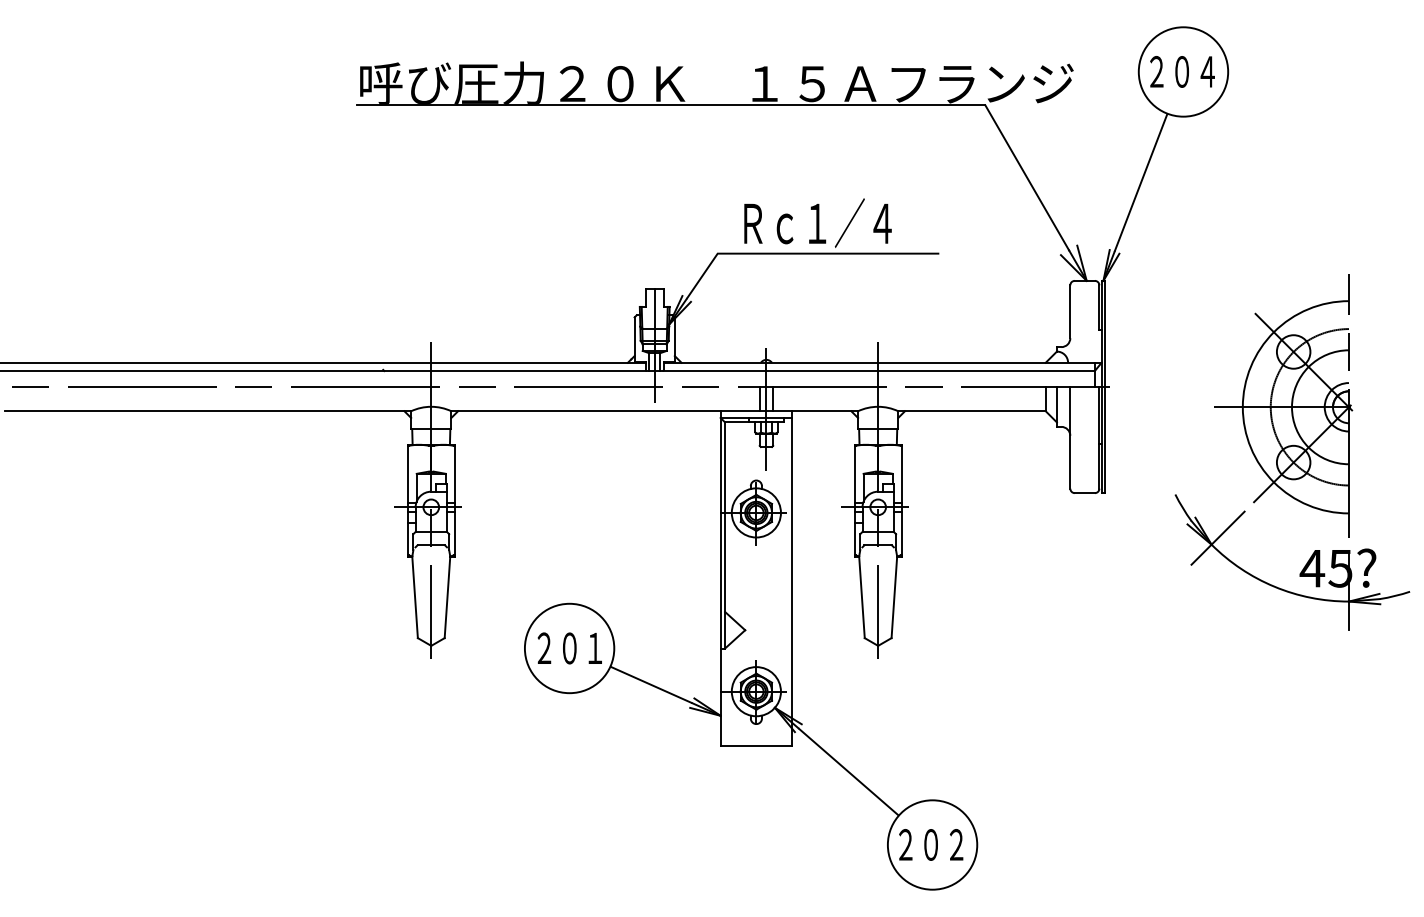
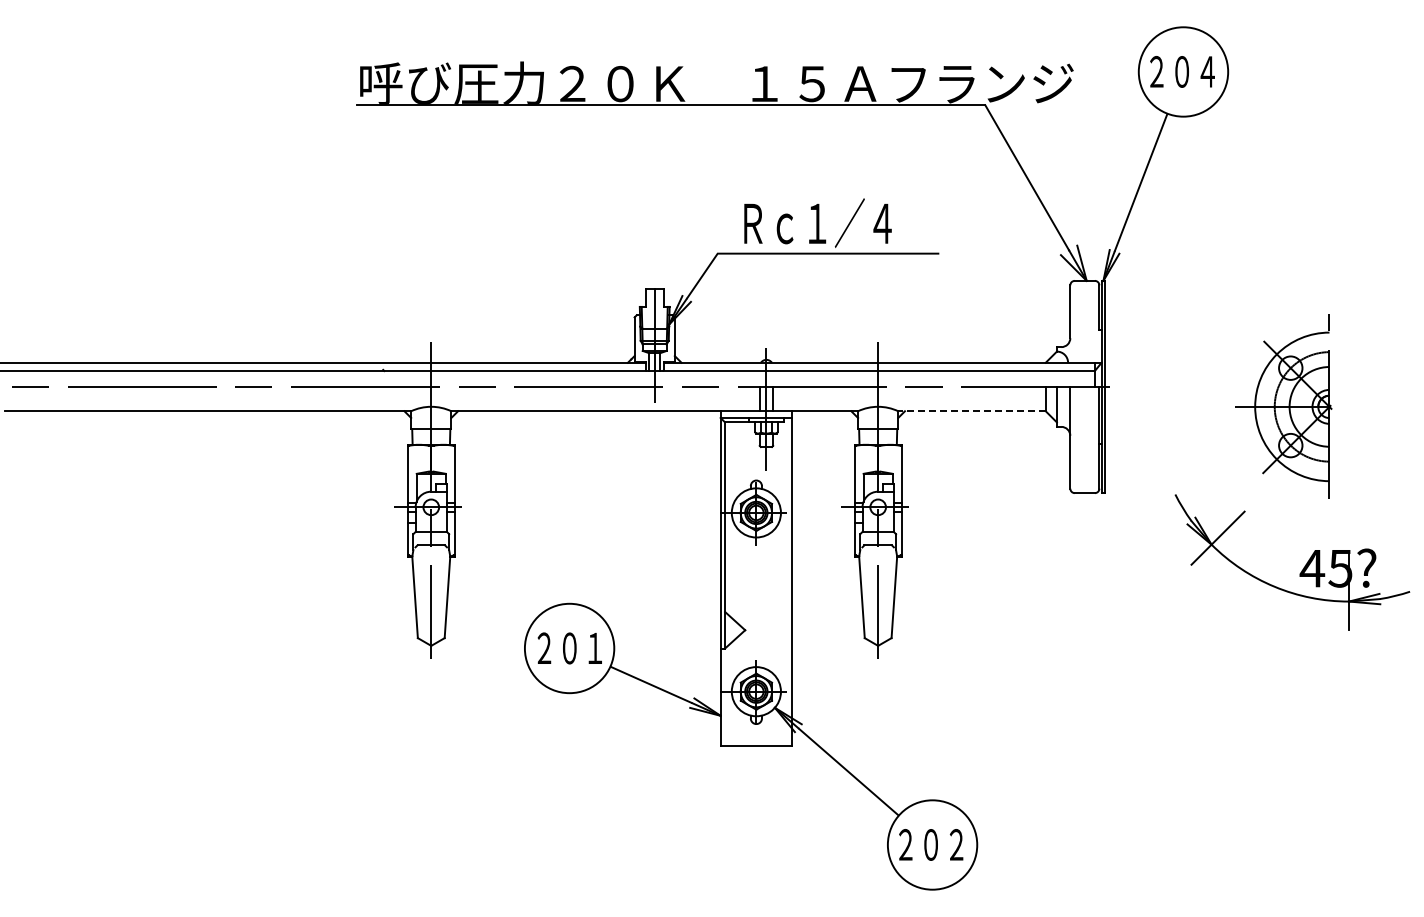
part at (1283, 405) size: 140x264 px -> 98x185 px
line at (972, 411): solid -> dashed
